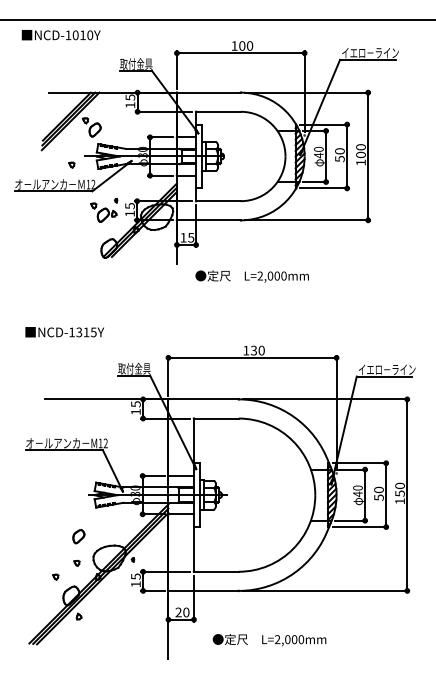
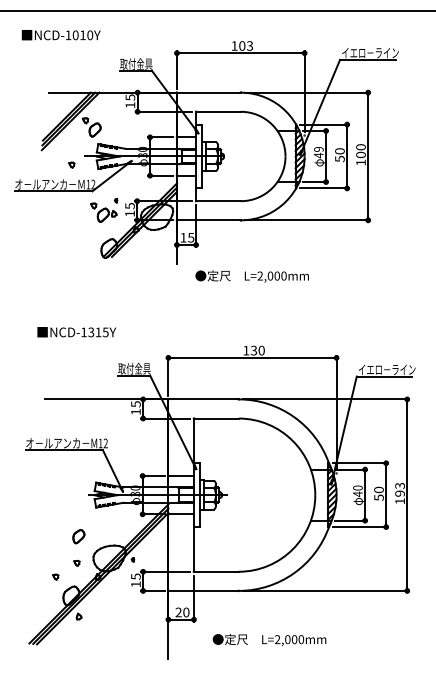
line at (217, 20) position: (217, 20) -> (217, 11)
text at (249, 45): 100 -> 103
text at (318, 149): 40 -> 49
text at (64, 332) position: (64, 332) -> (76, 332)
text at (399, 489): 150 -> 193
